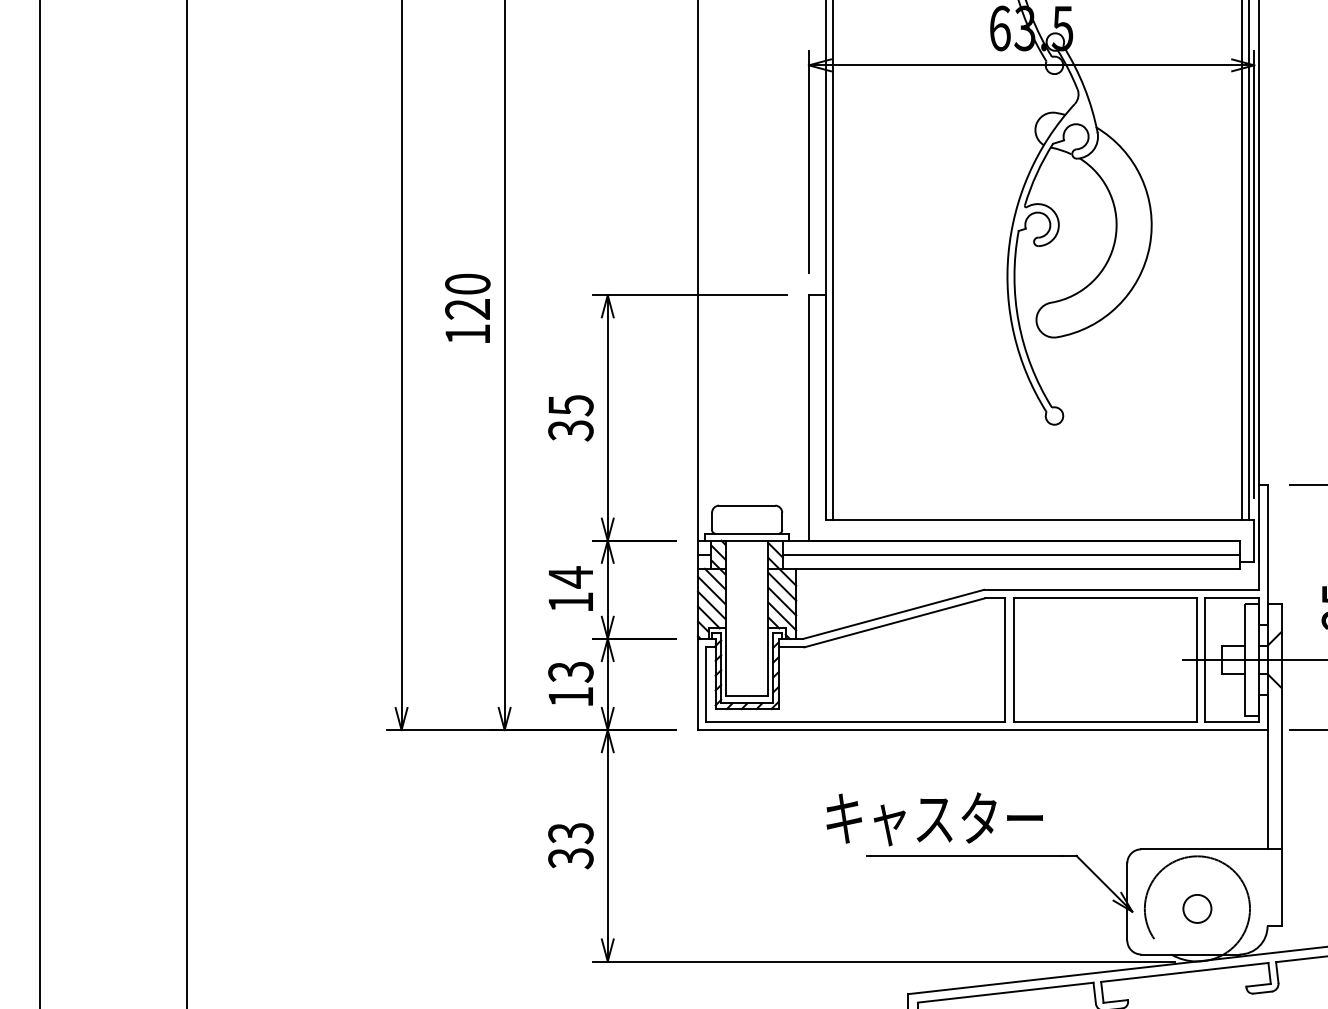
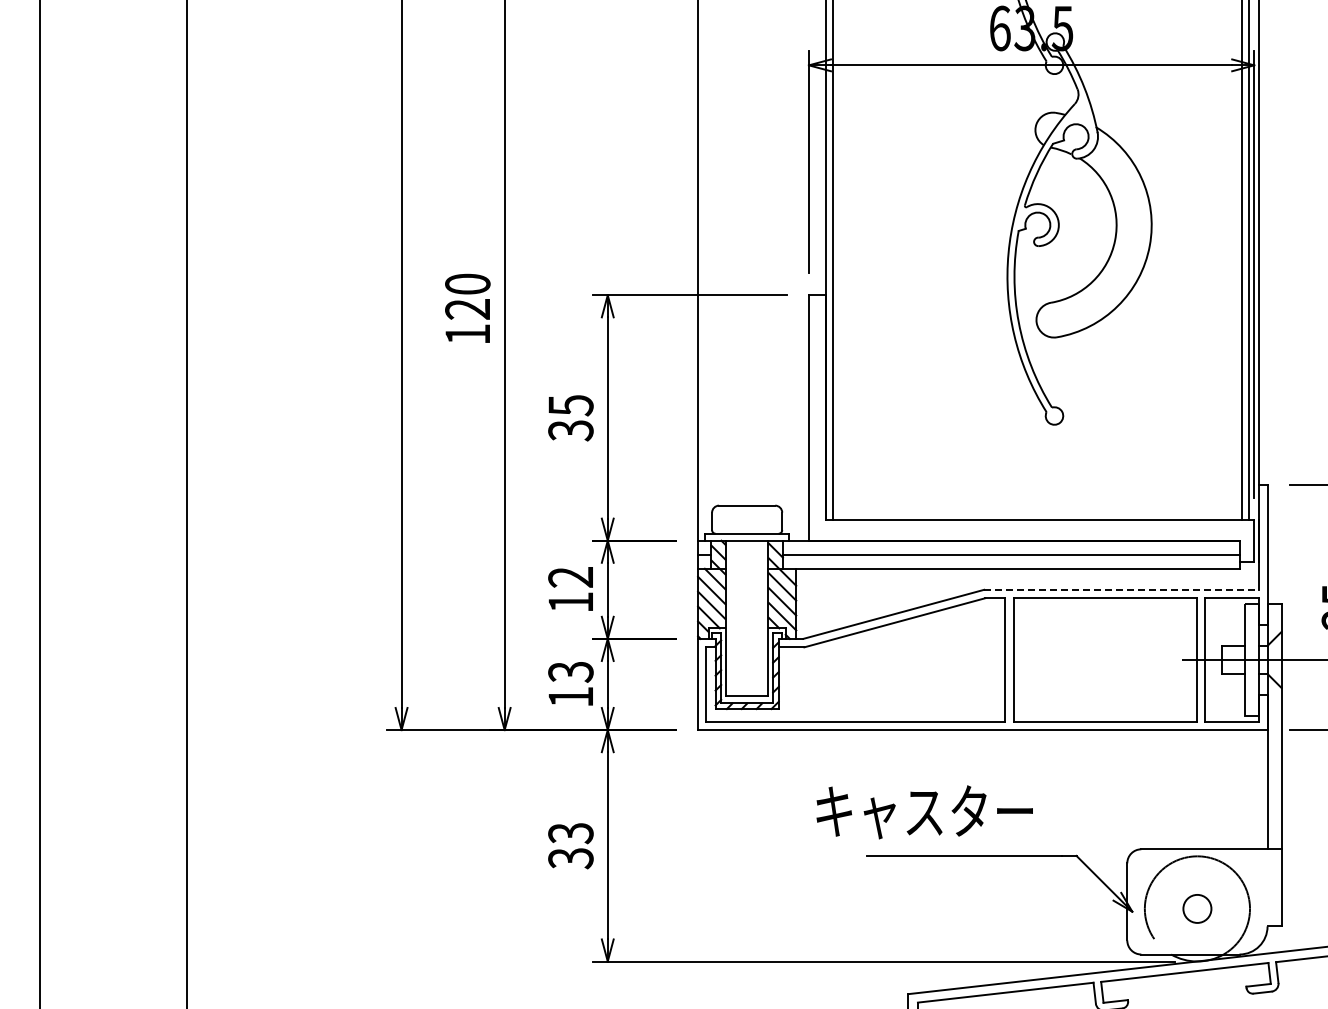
text at (570, 577): 14 -> 12
line at (1122, 589): solid -> dashed
text at (934, 819) position: (934, 819) -> (924, 812)
